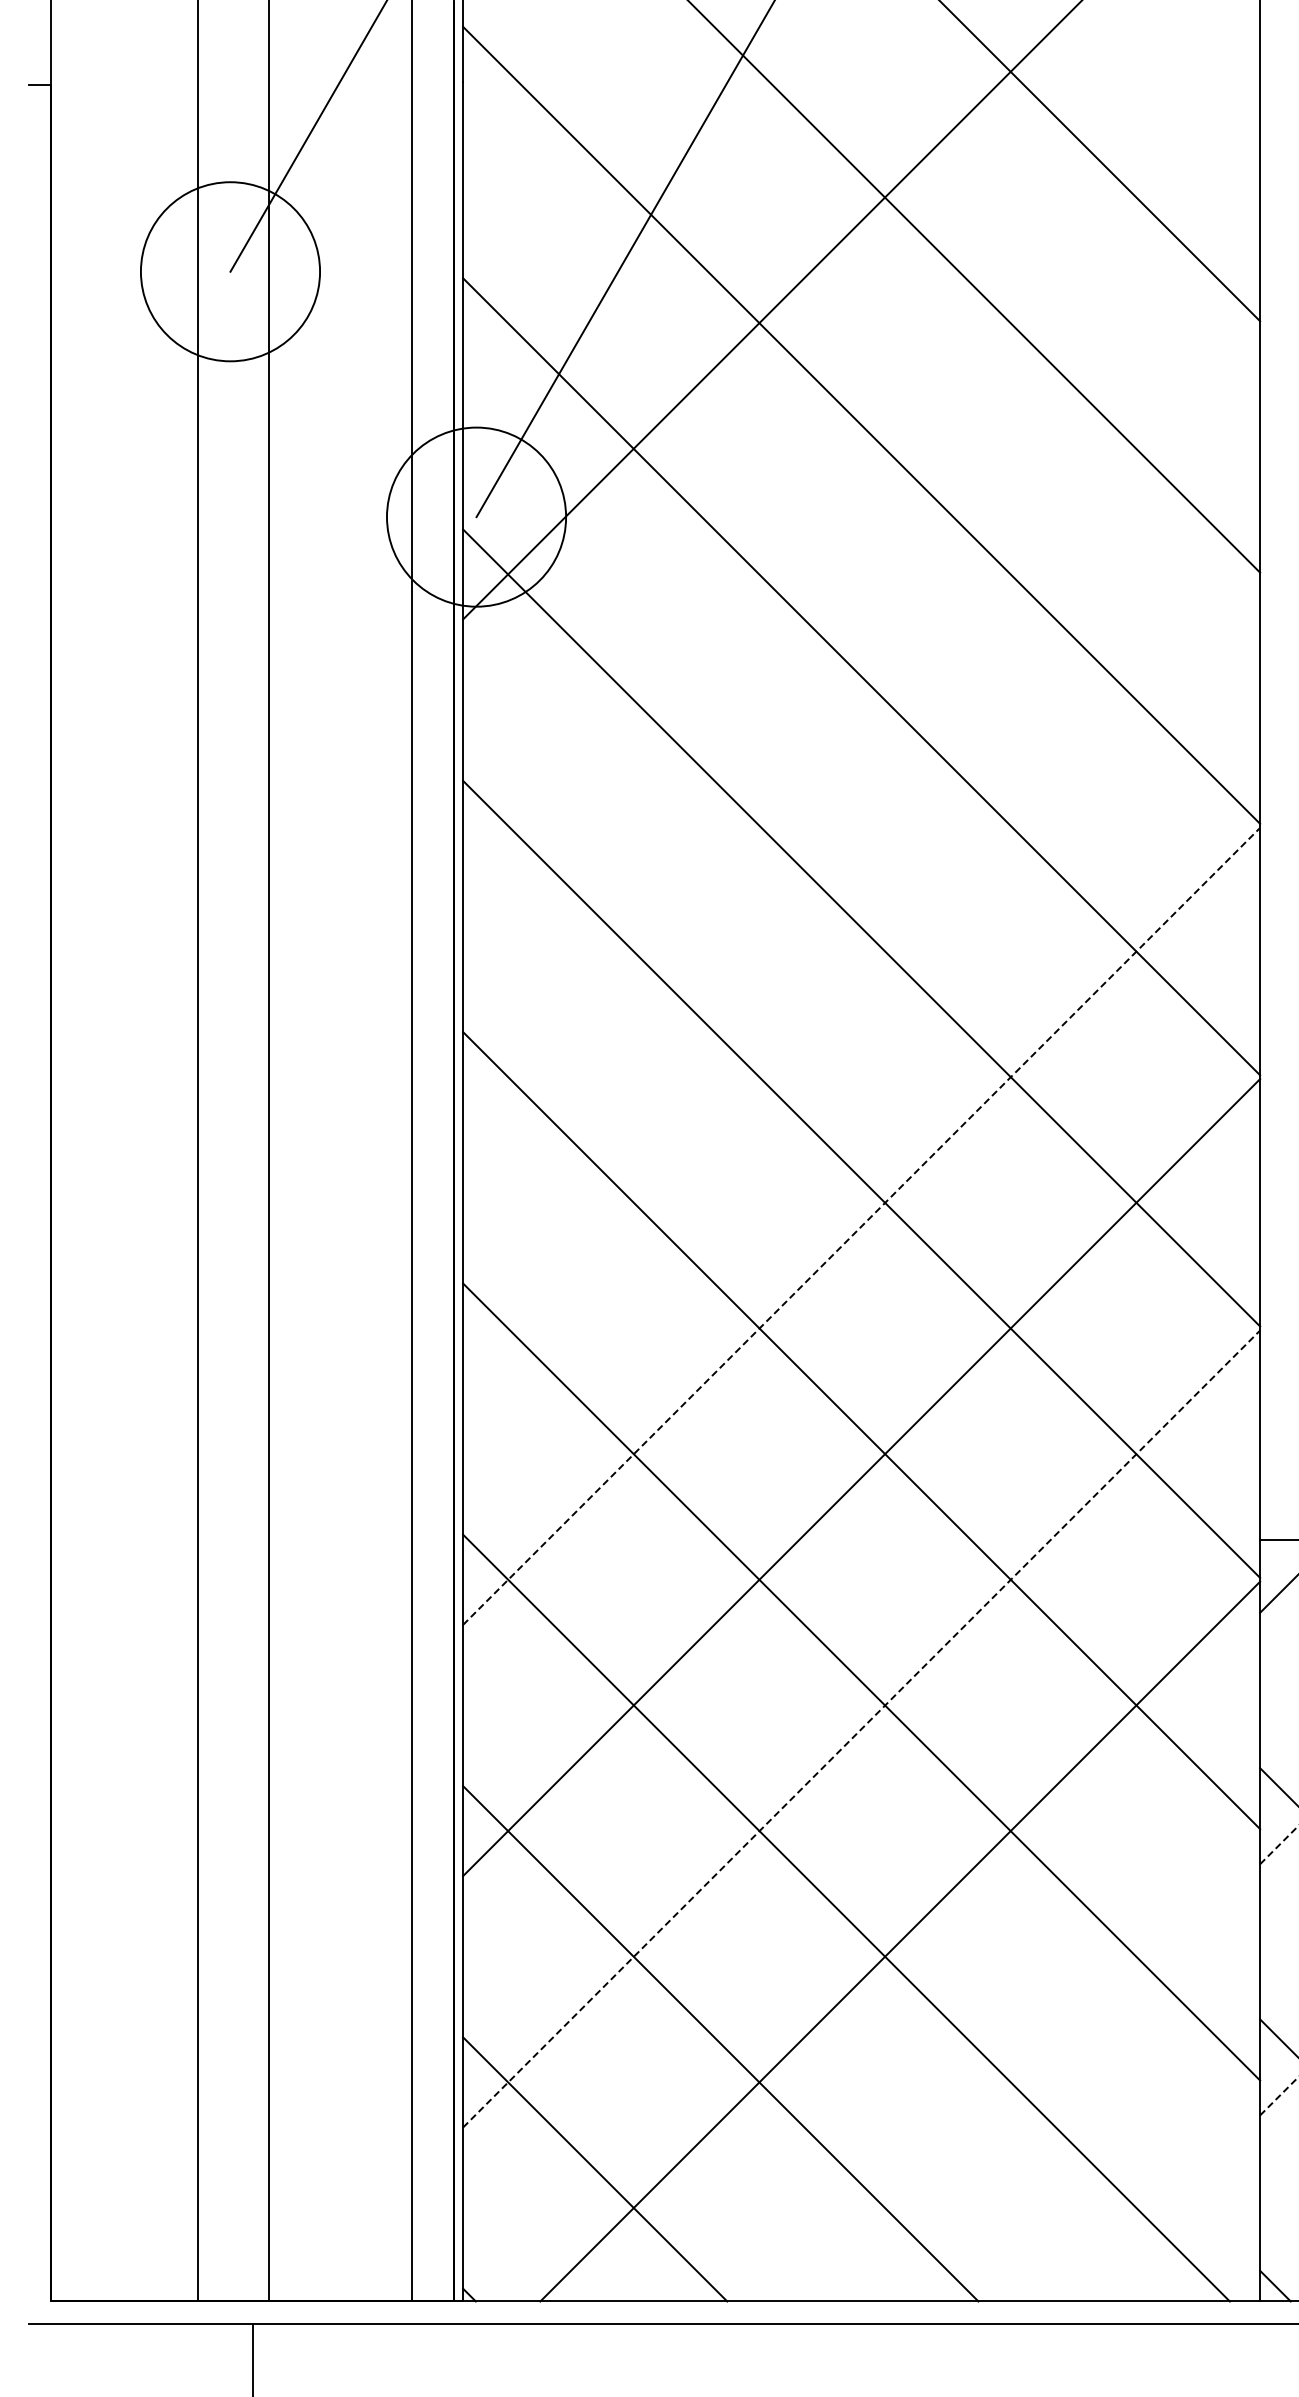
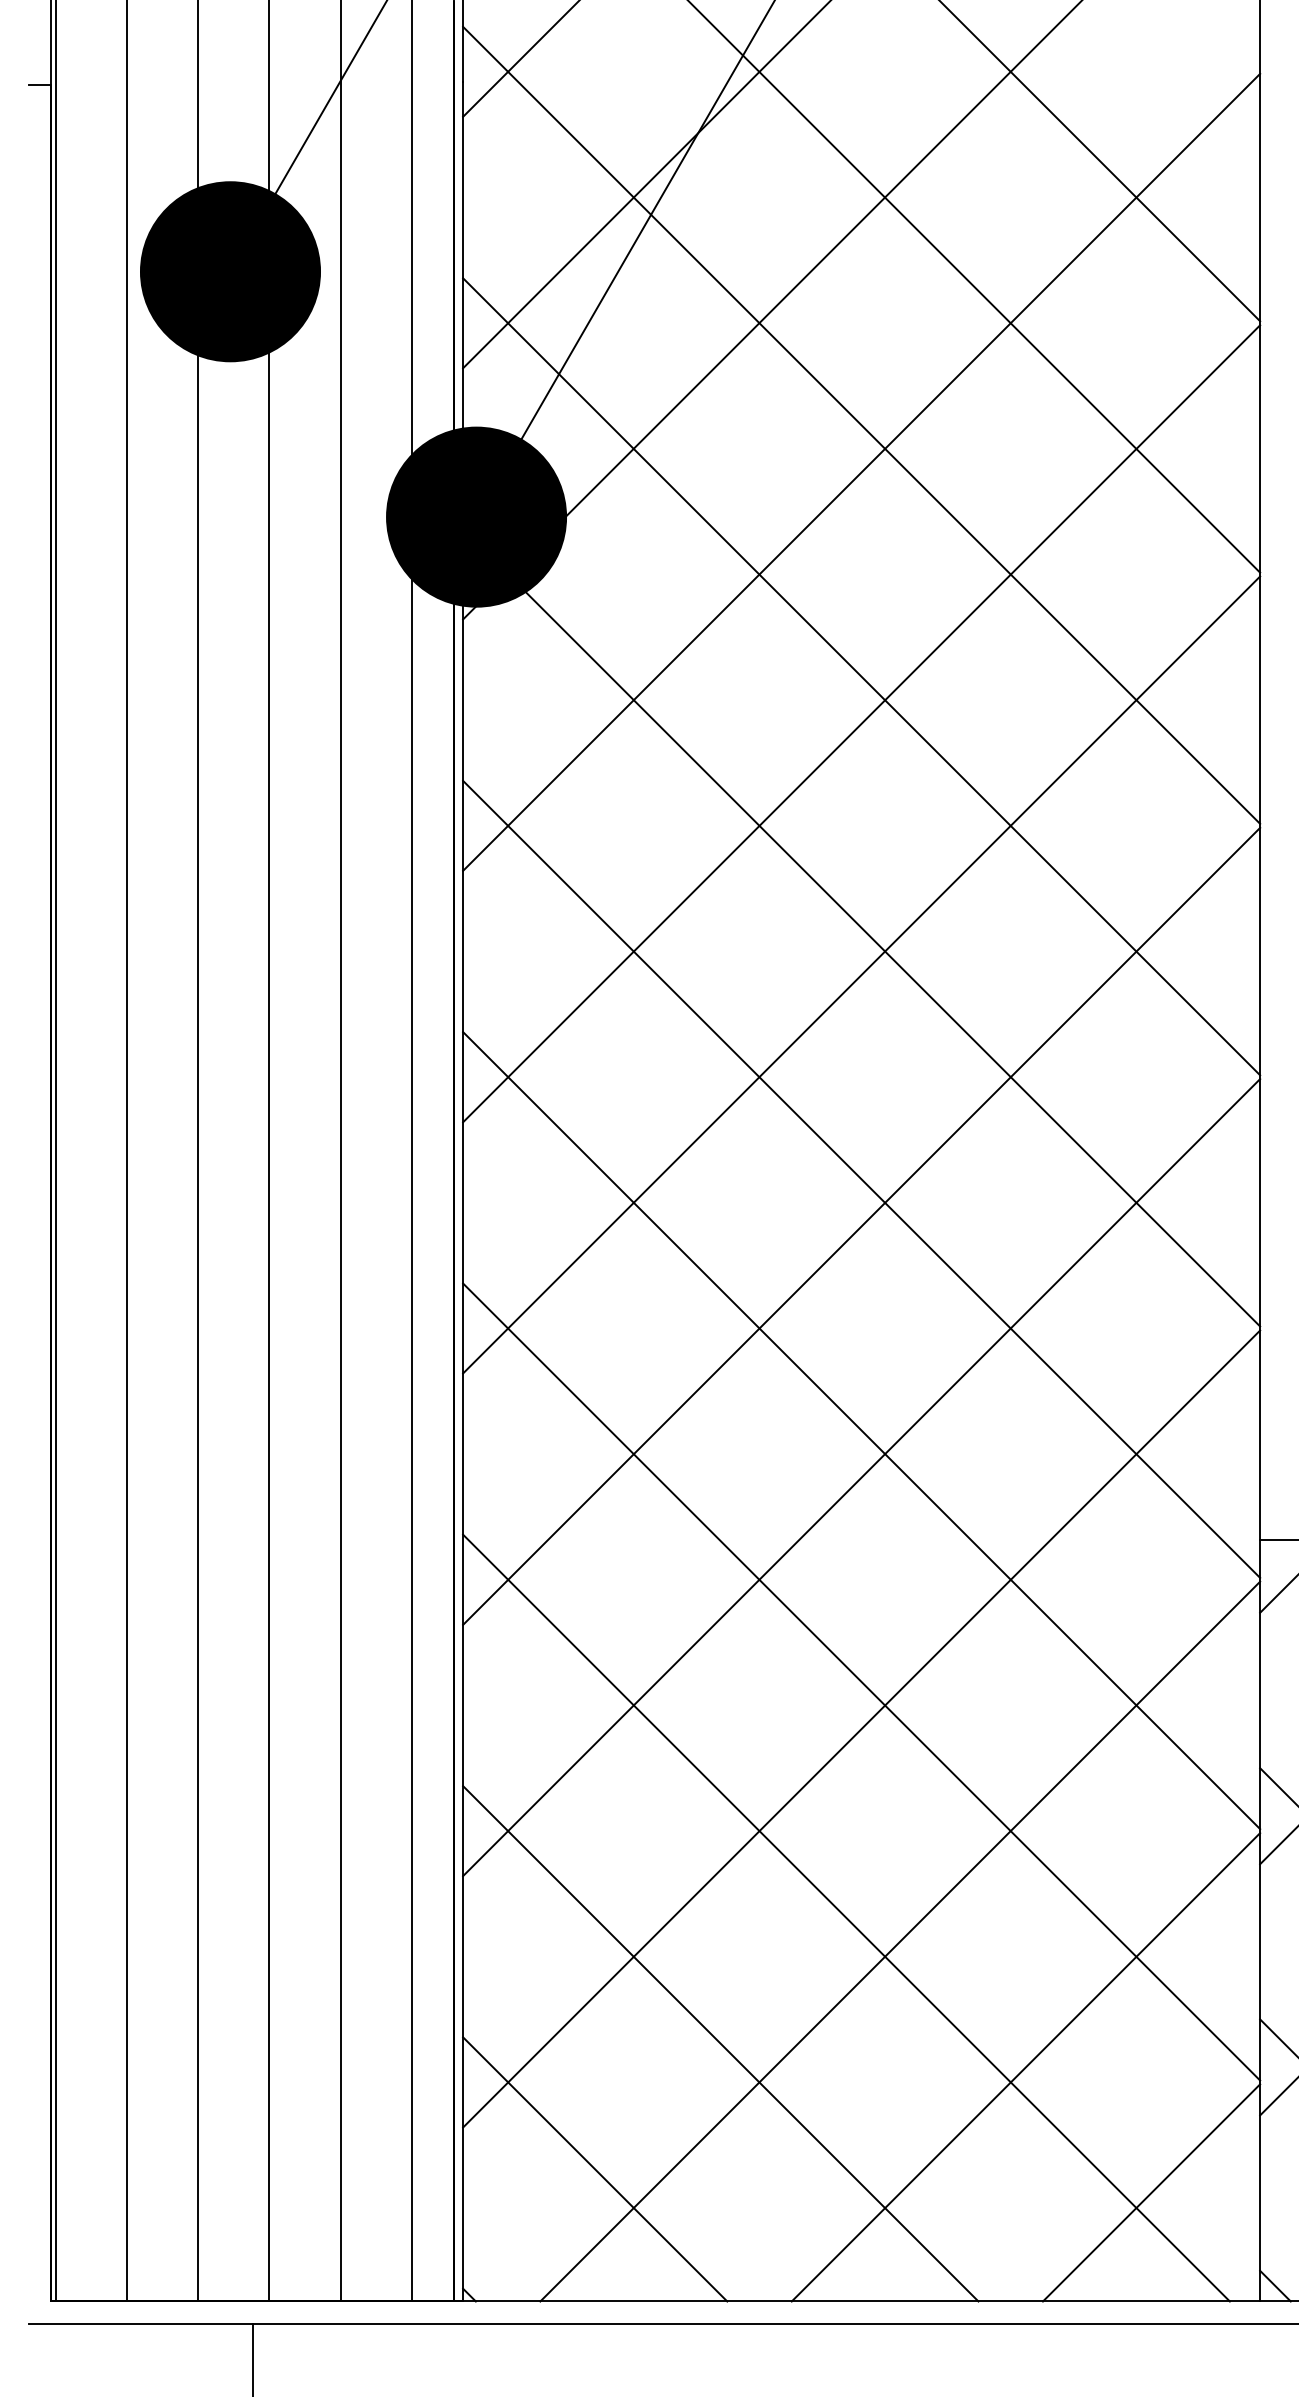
line at (520, 59): none -> present
line at (645, 185): none -> present
fill at (230, 271): none -> present
line at (861, 471): none -> present
fill at (476, 516): none -> present
line at (861, 723): none -> present
line at (861, 974): none -> present
line at (56, 1151): none -> present
line at (127, 1151): none -> present
line at (340, 1151): none -> present
line at (861, 1226): dashed -> solid
line at (861, 1729): dashed -> solid
line at (1279, 1844): dashed -> solid
line at (1025, 2067): none -> present
line at (1279, 2095): dashed -> solid
line at (1151, 2192): none -> present
